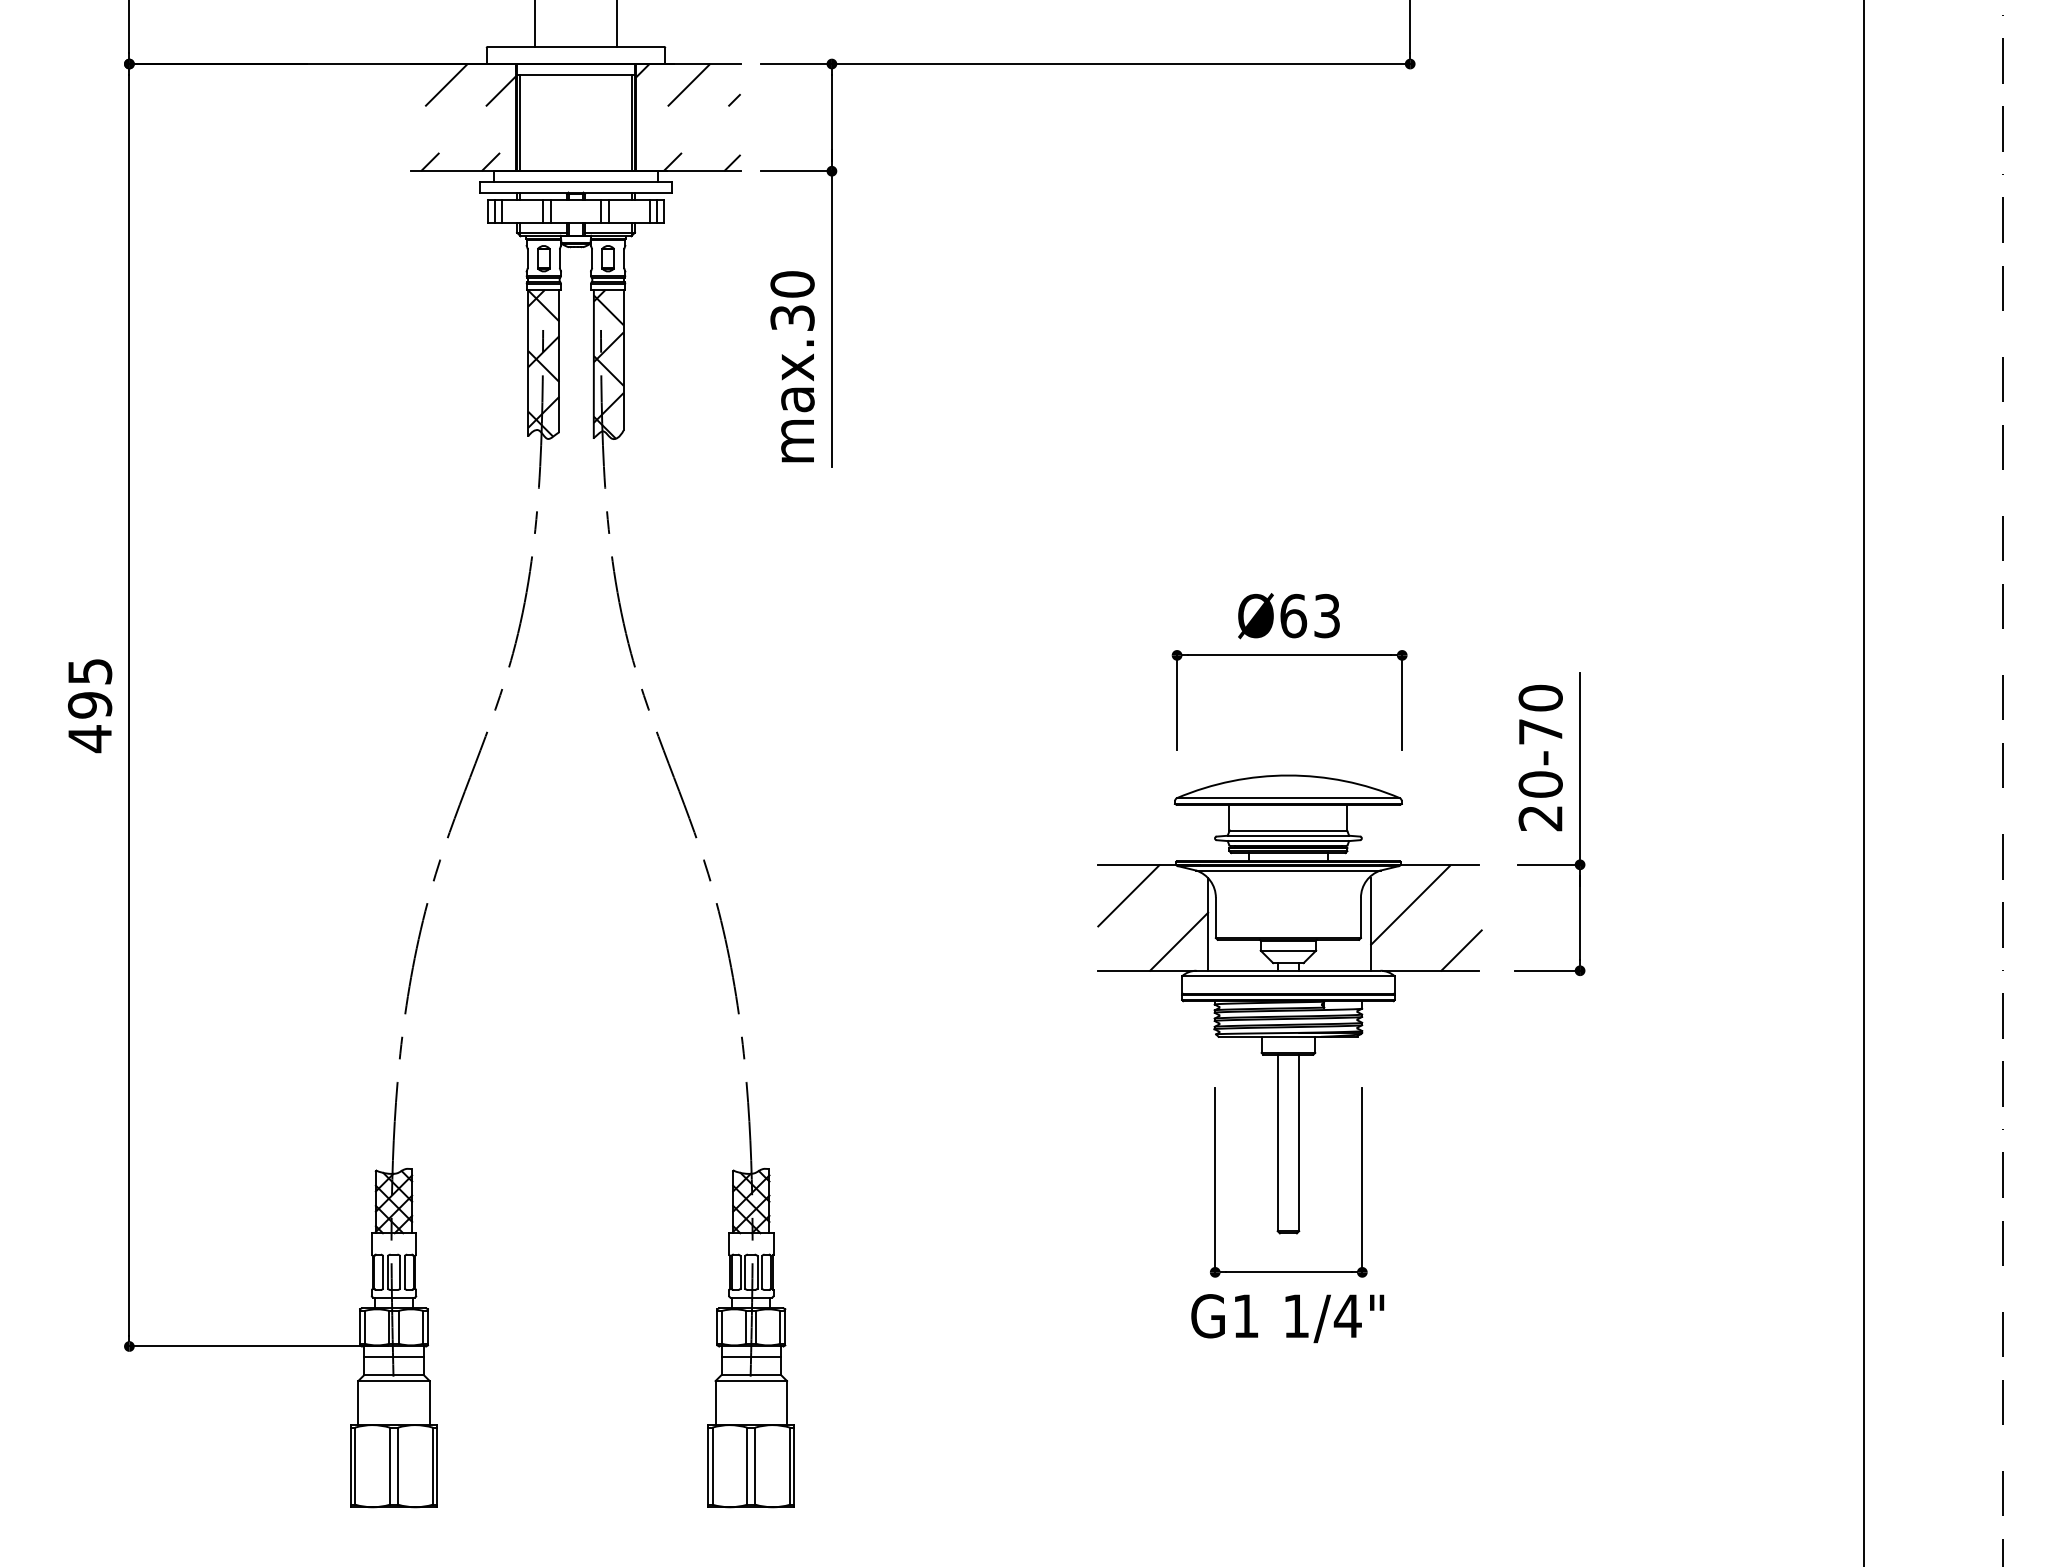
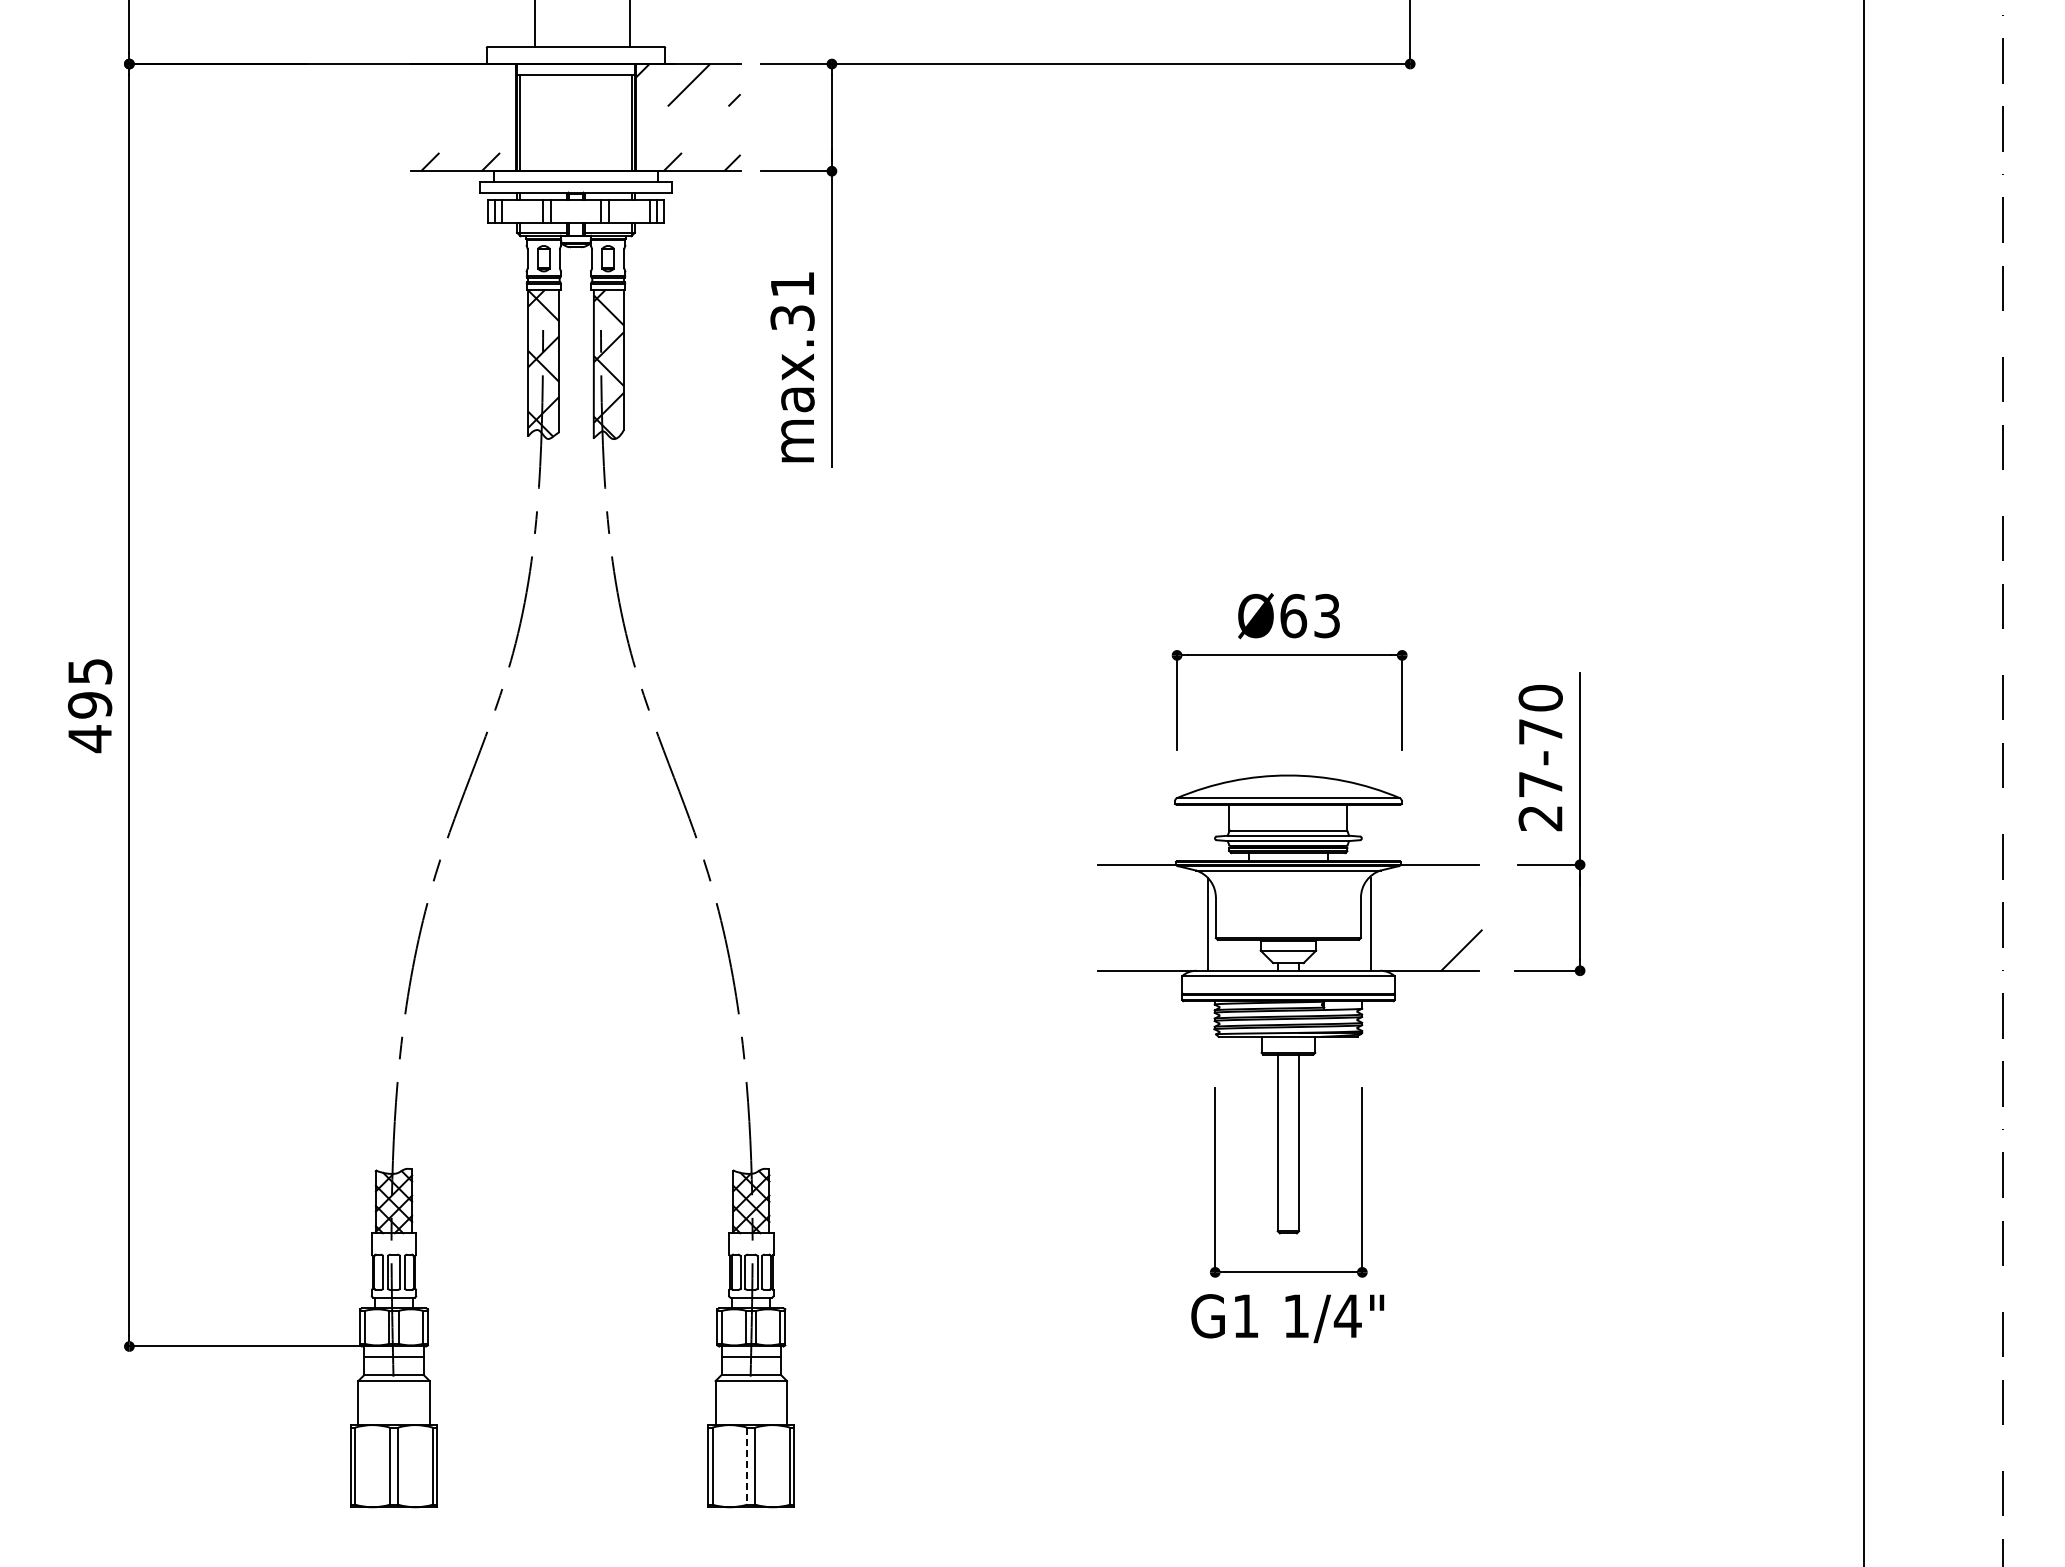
line at (617, 24) position: (617, 24) -> (630, 24)
hatch at (470, 85): present -> none
text at (792, 284): max.30 -> max.31
text at (1540, 784): 20-70 -> 27-70
line at (1128, 895): present -> none
line at (1410, 905): present -> none
line at (1179, 941): present -> none
line at (747, 1466): solid -> dashed
